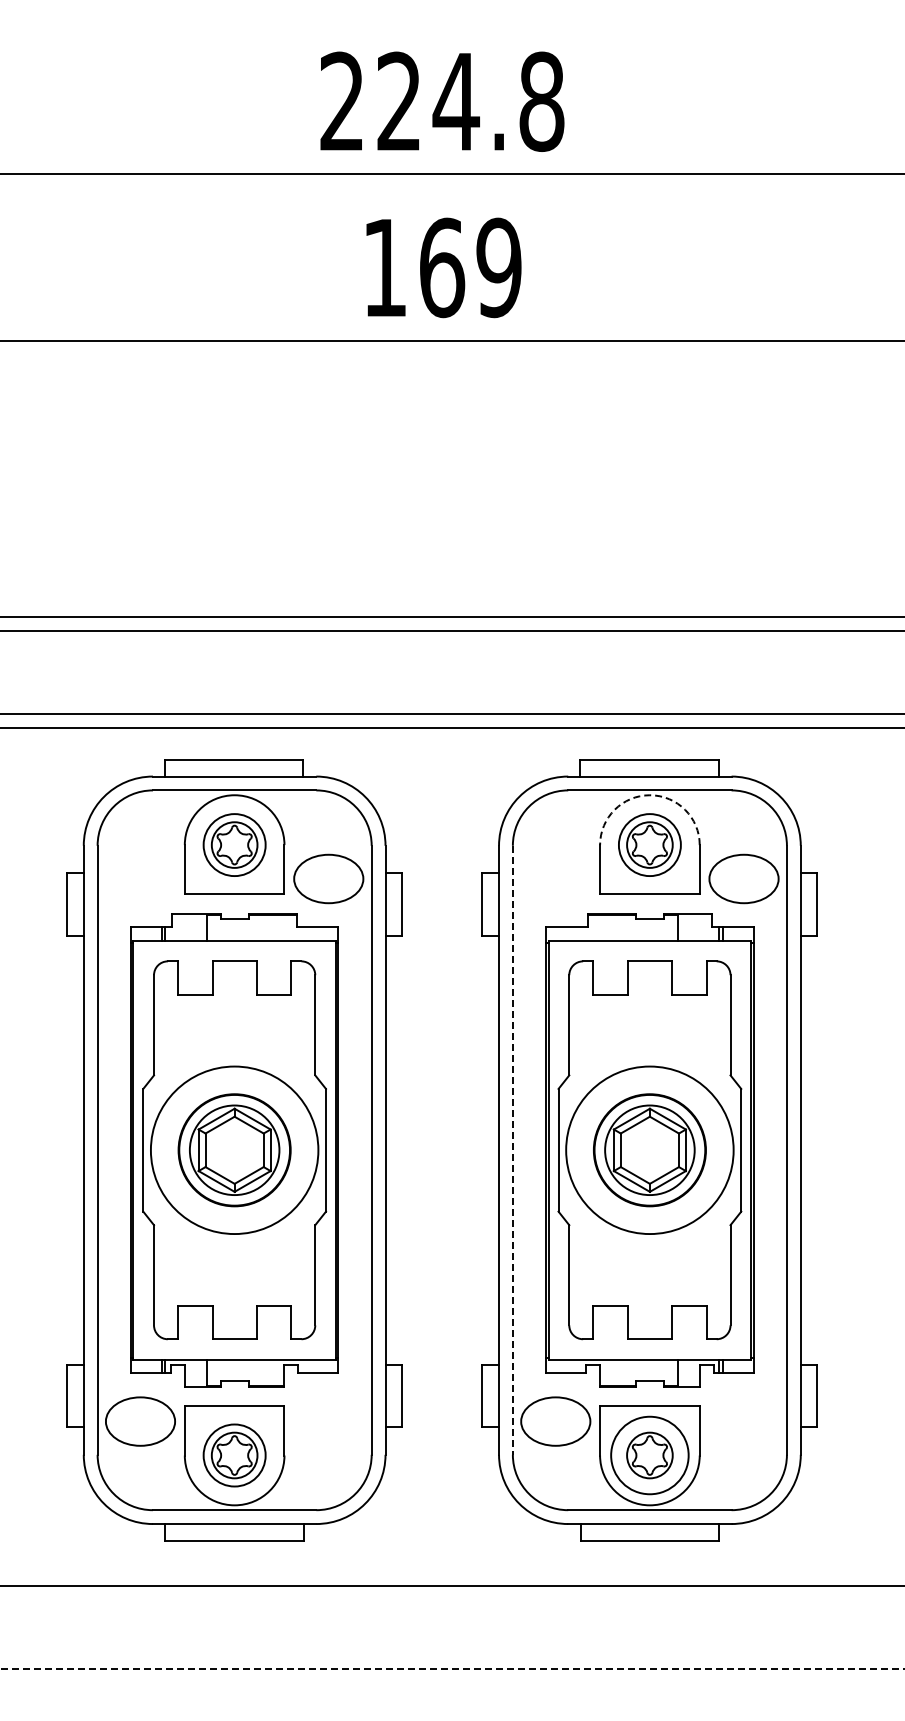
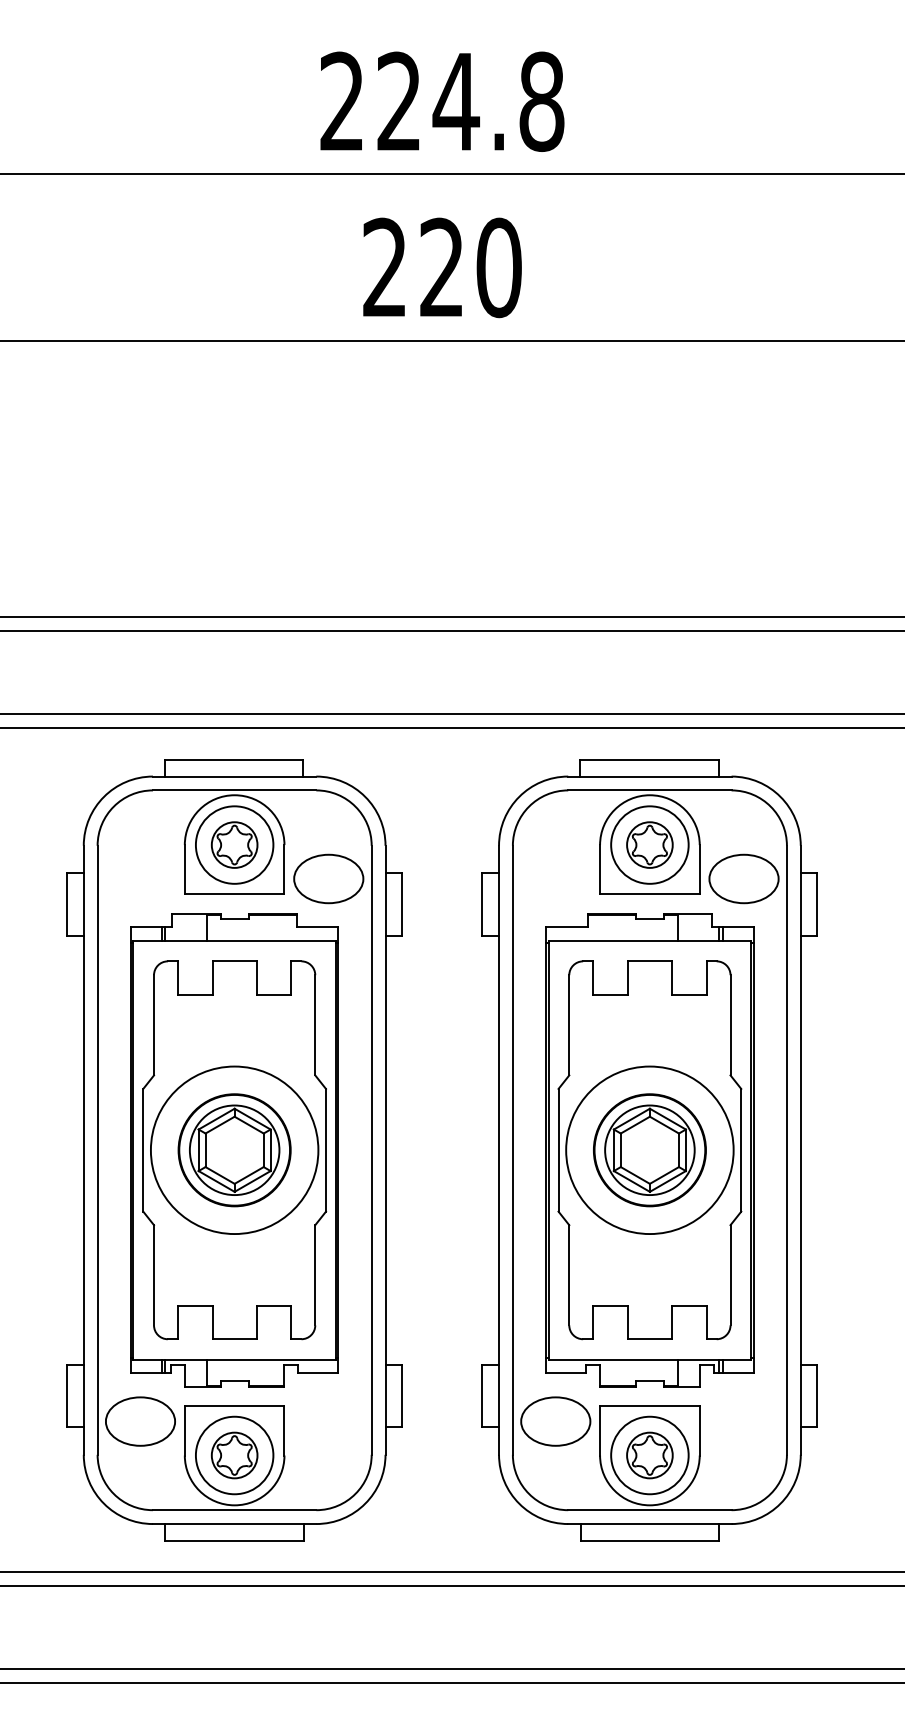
text at (442, 267): 169 -> 220
arc at (649, 795): dashed -> solid
circle at (234, 845) diameter: 62 px -> 78 px
circle at (649, 845) diameter: 62 px -> 78 px
line at (512, 1150): dashed -> solid
circle at (234, 1455) diameter: 62 px -> 78 px
line at (451, 1572): none -> present
line at (452, 1669): dashed -> solid
line at (451, 1683): none -> present
